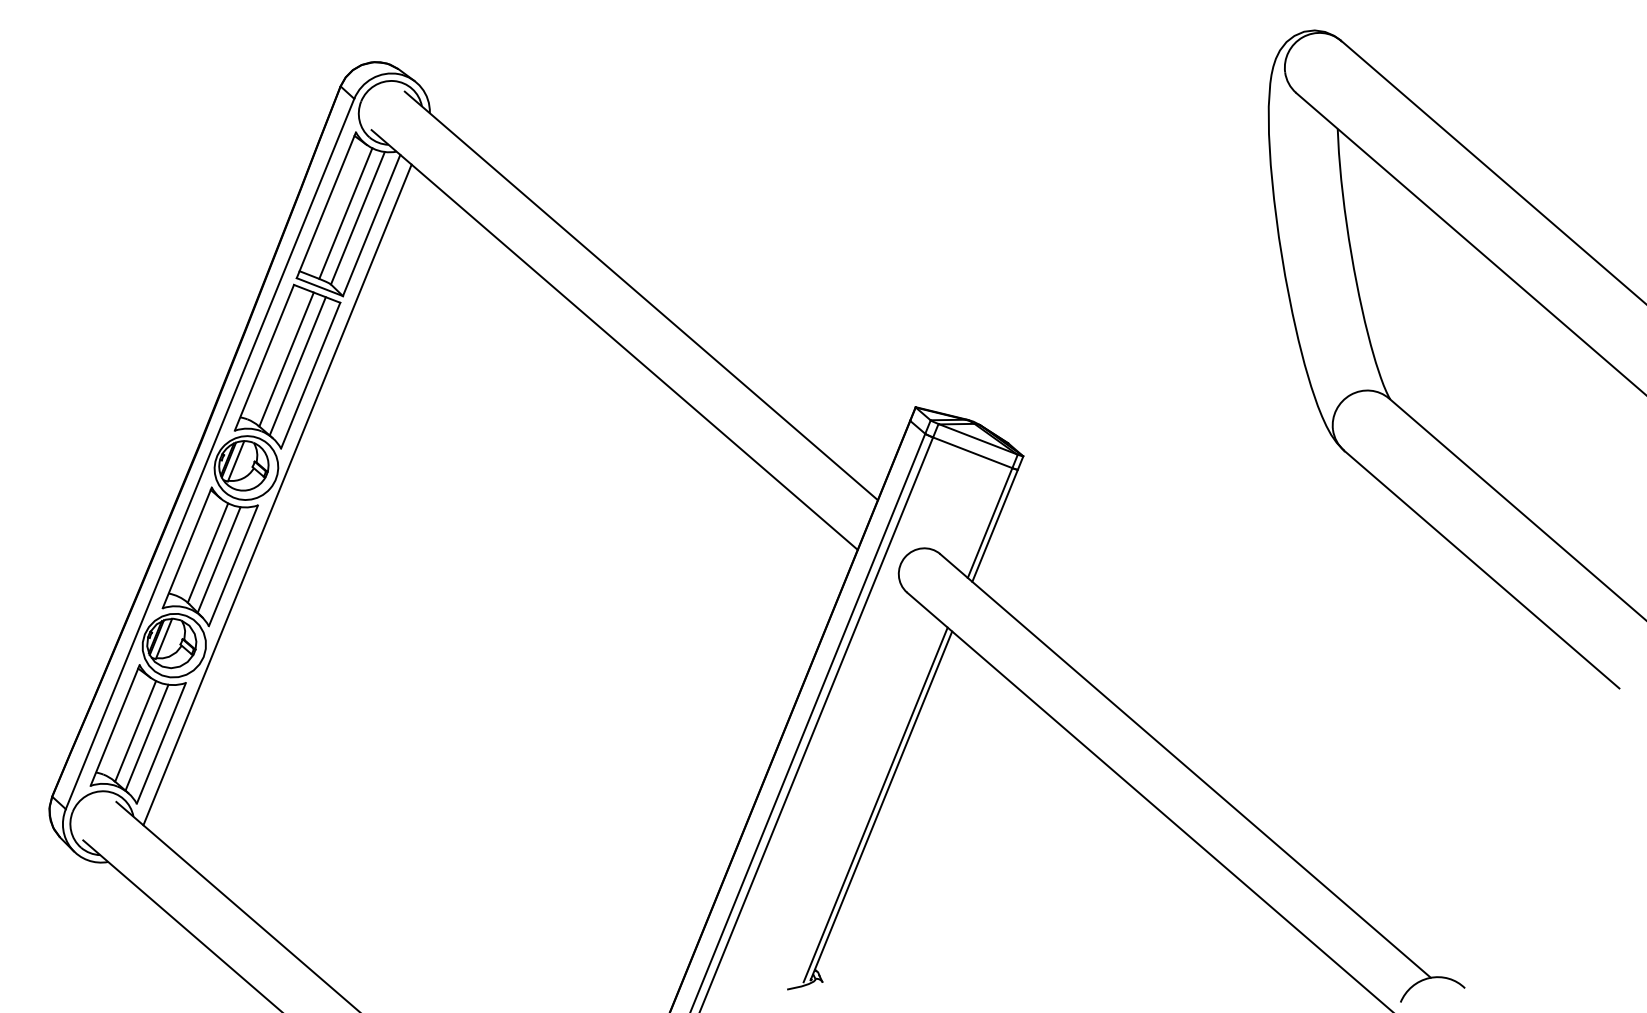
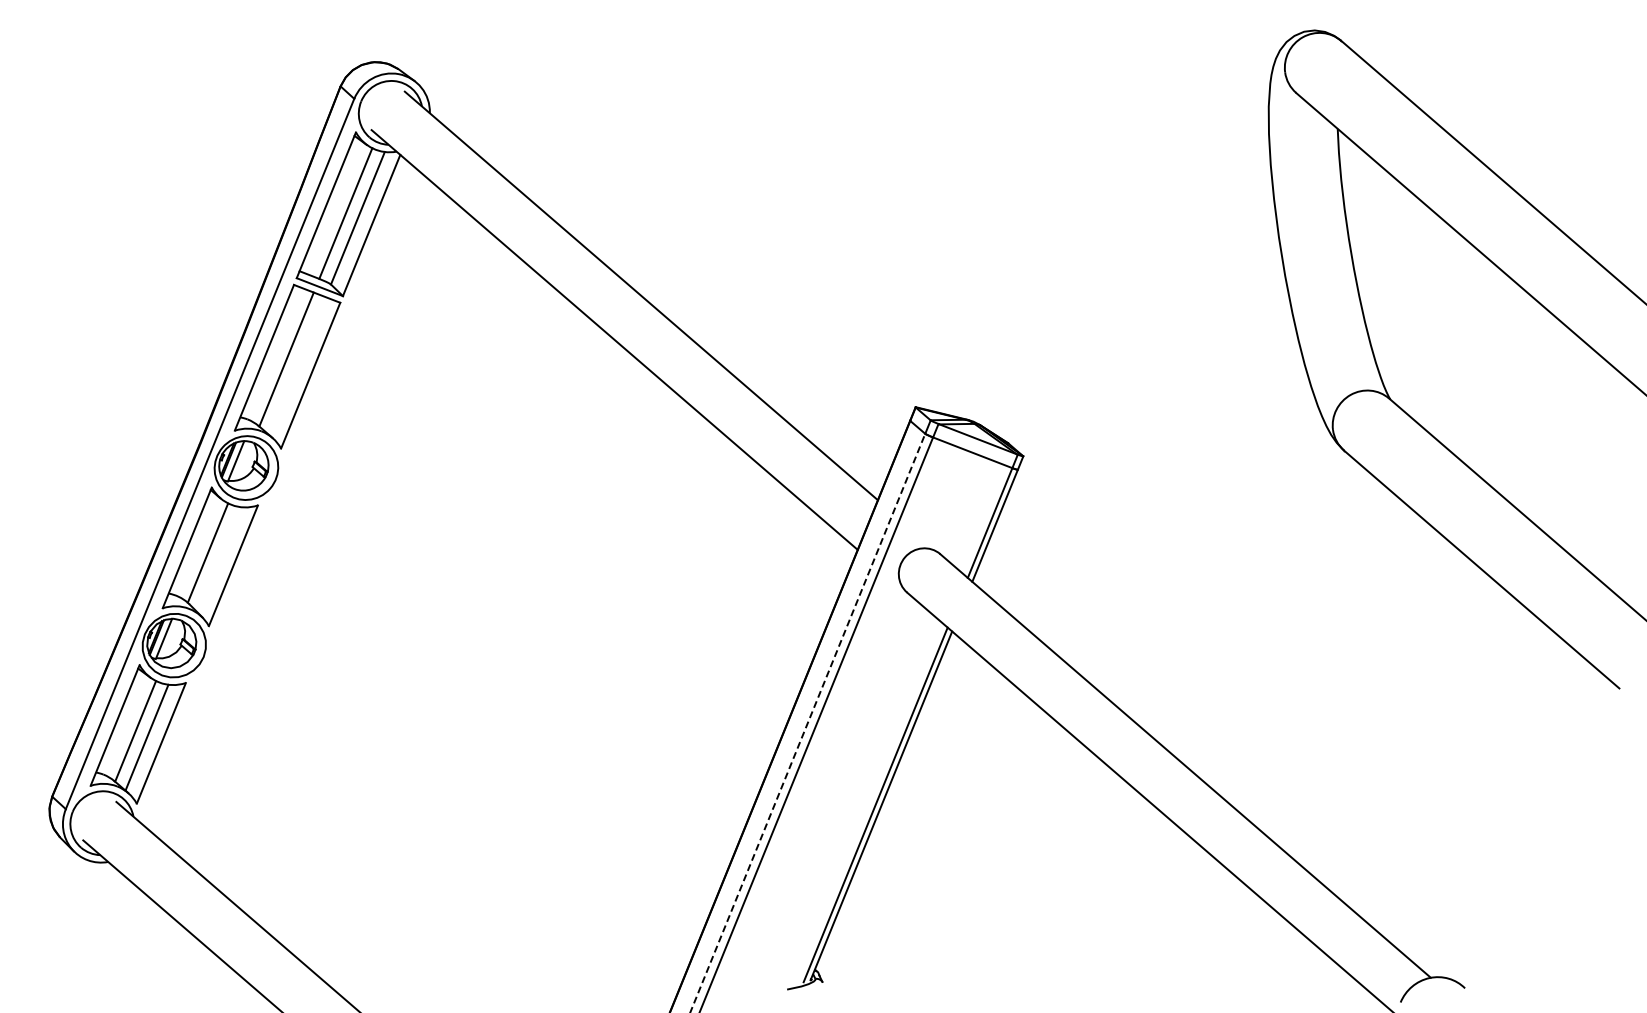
line at (297, 366): present -> none
line at (277, 494): present -> none
line at (218, 559): present -> none
line at (807, 722): solid -> dashed
